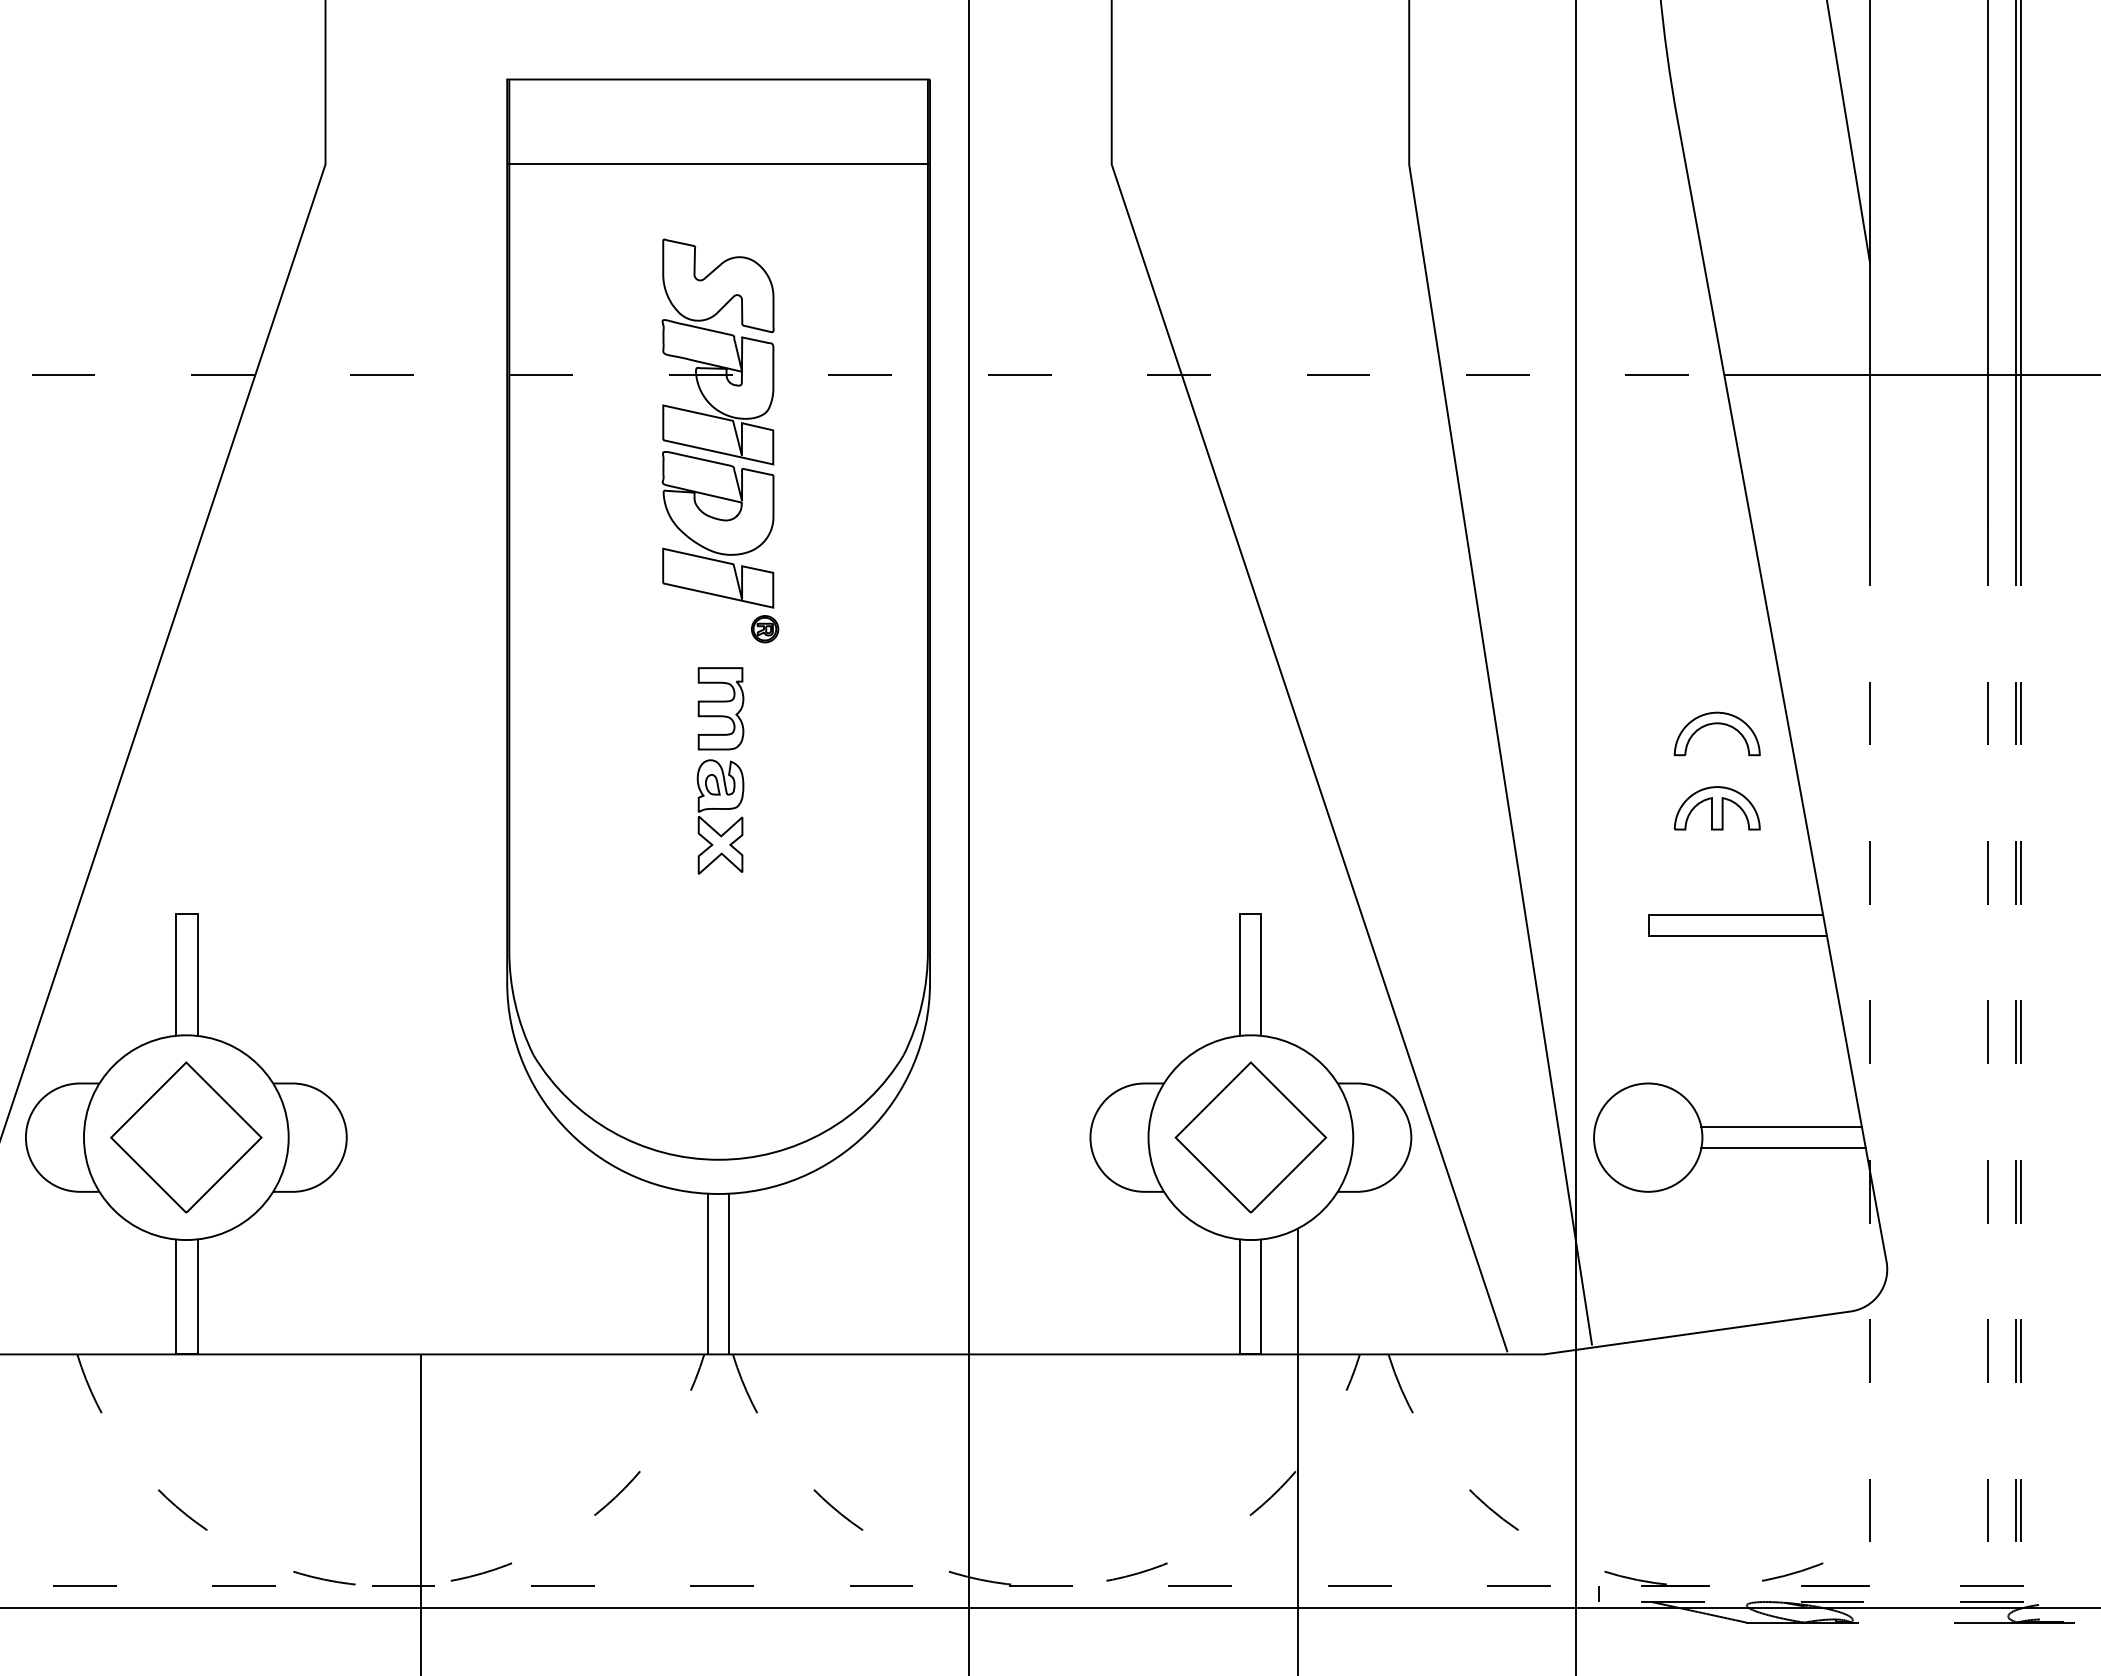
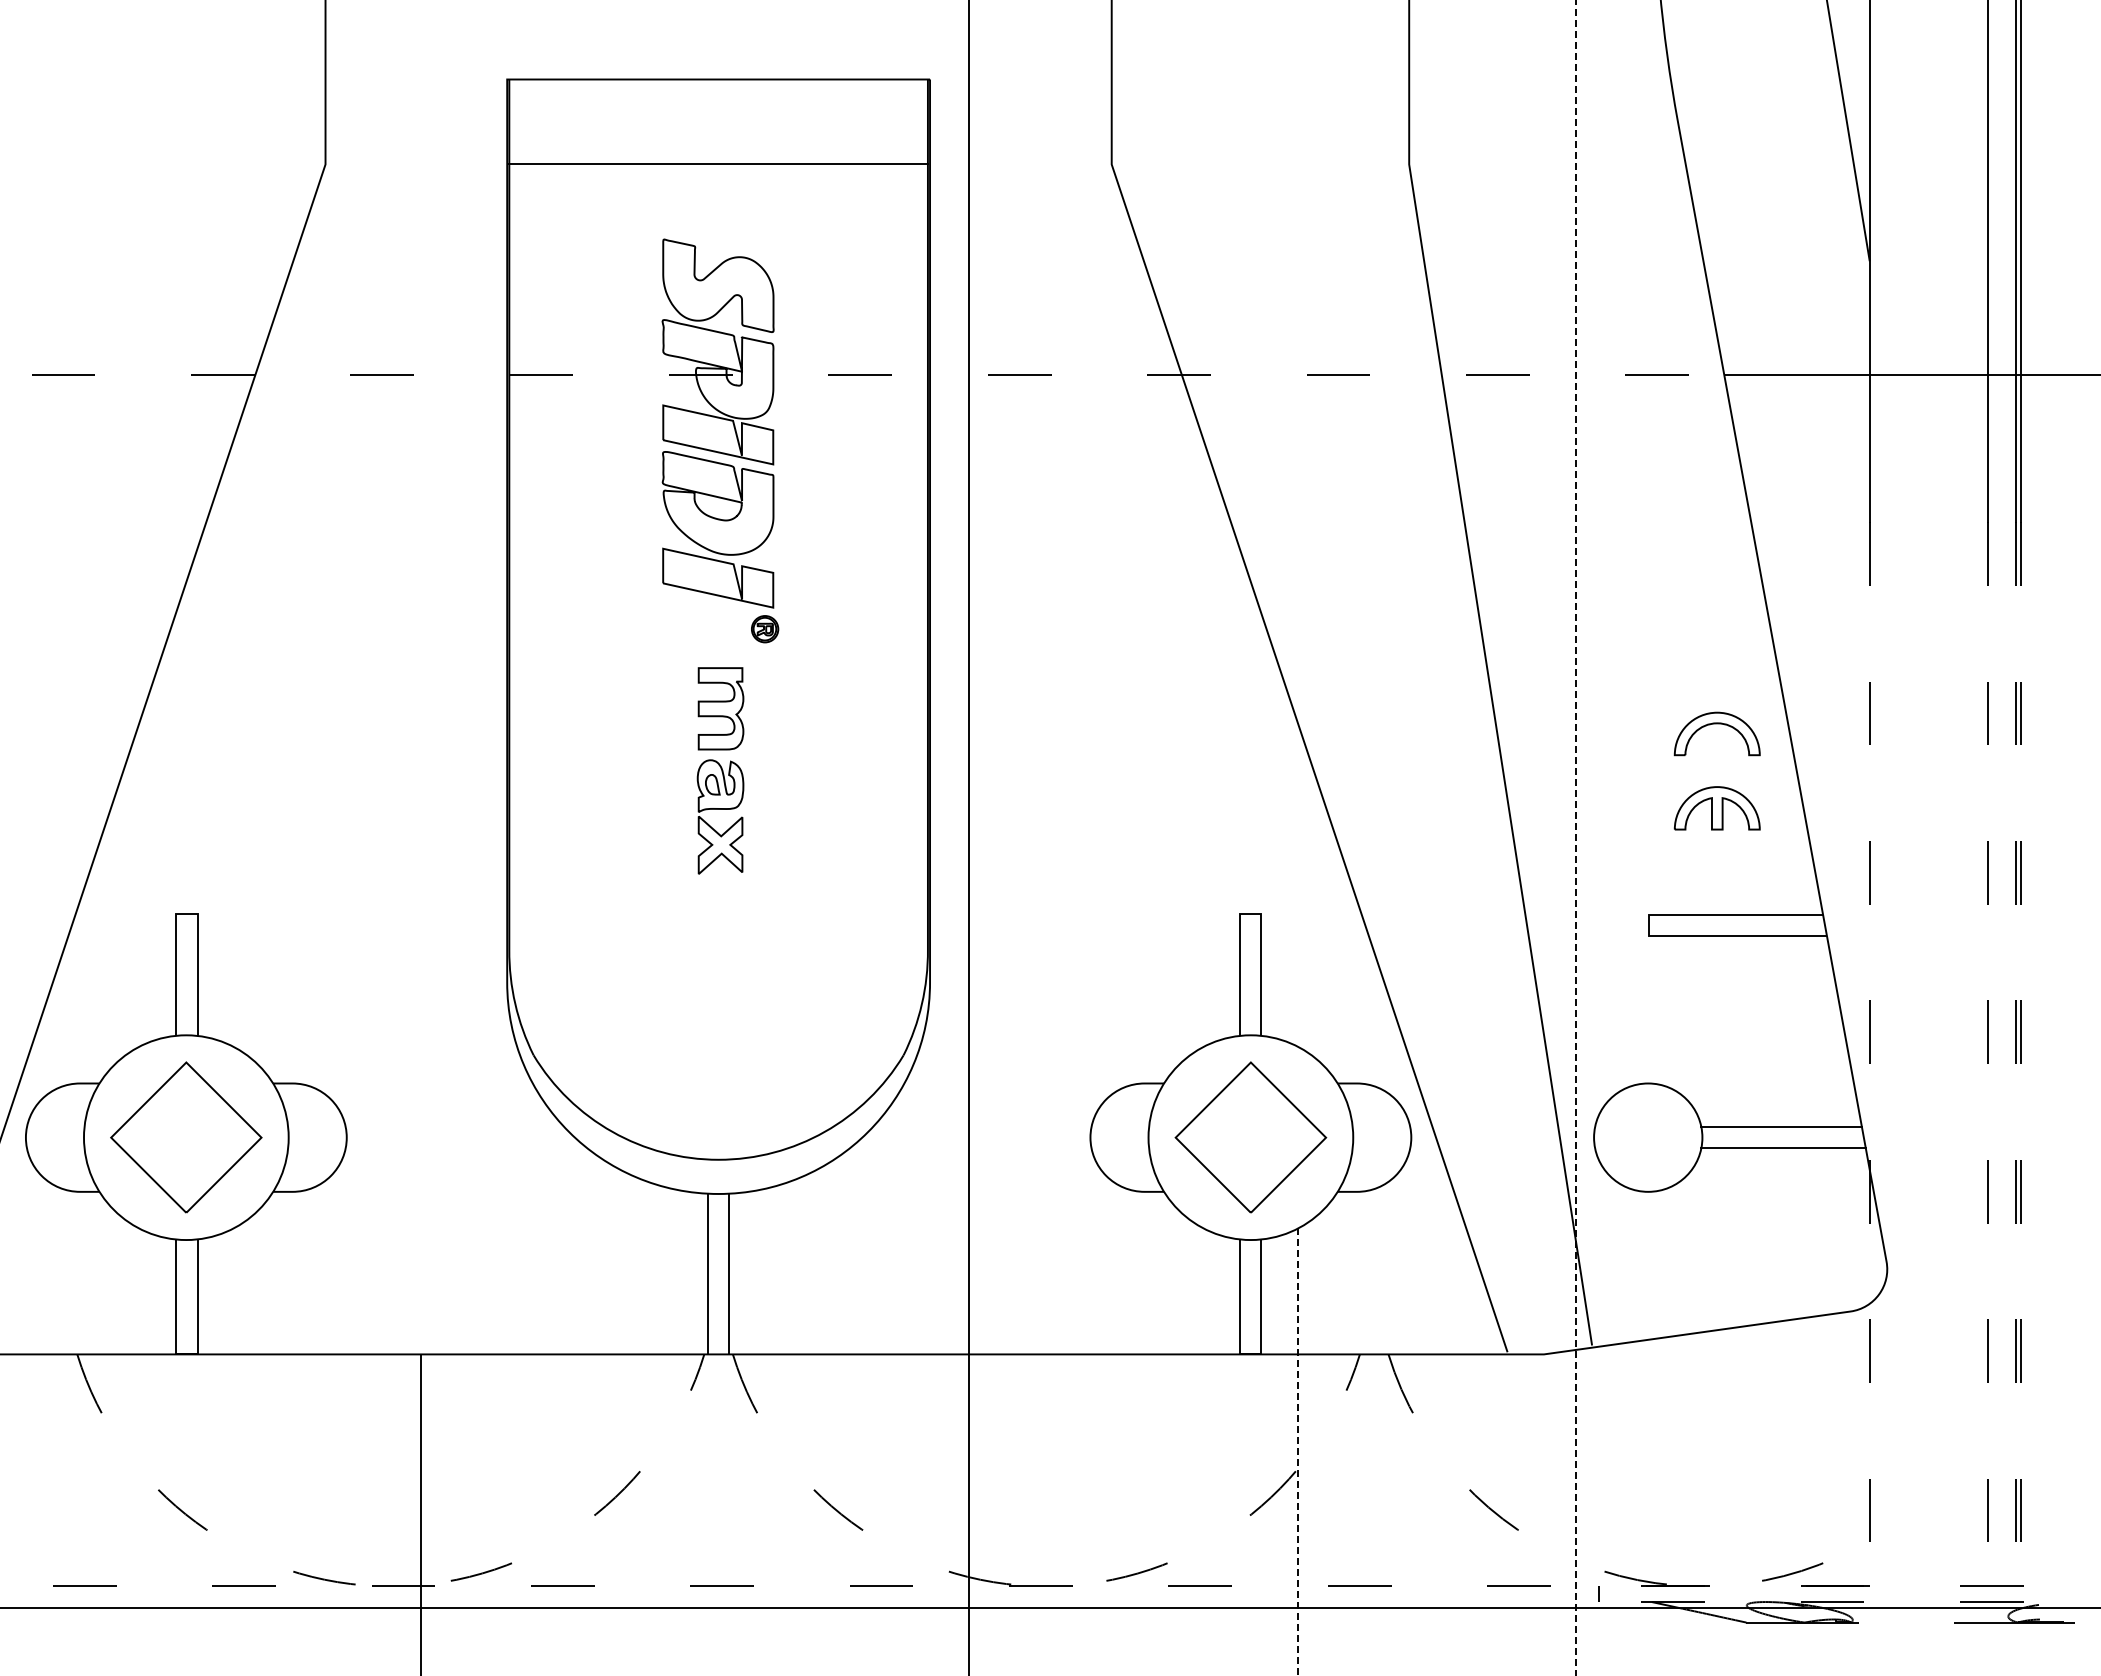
line at (1575, 837): solid -> dashed
line at (1298, 1452): solid -> dashed
